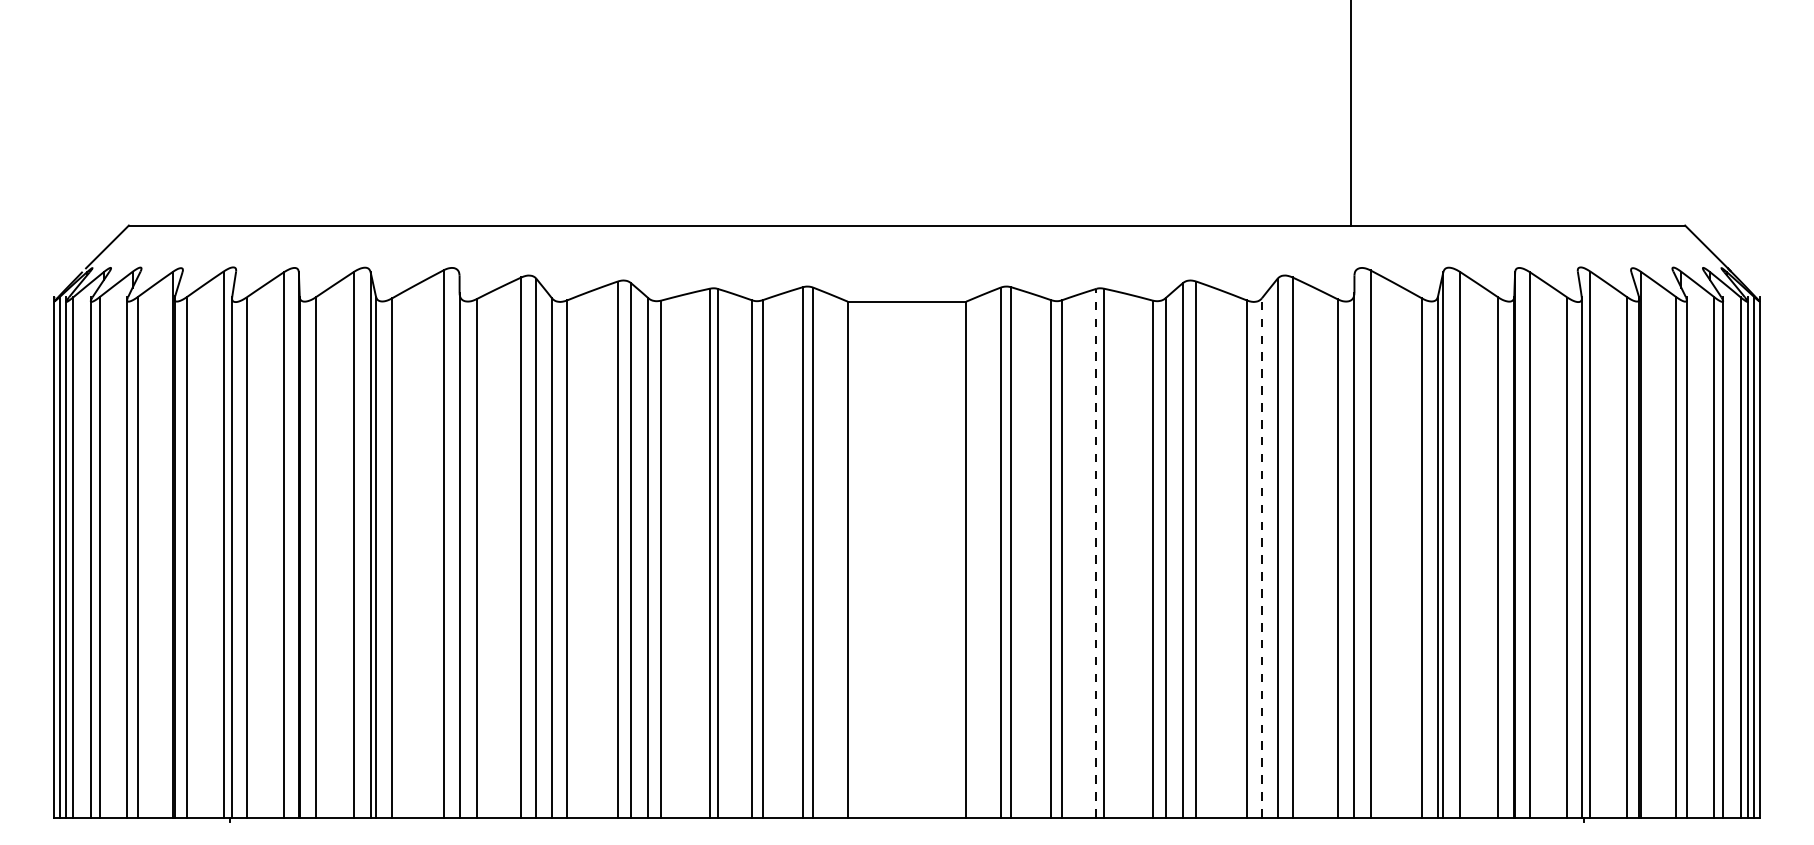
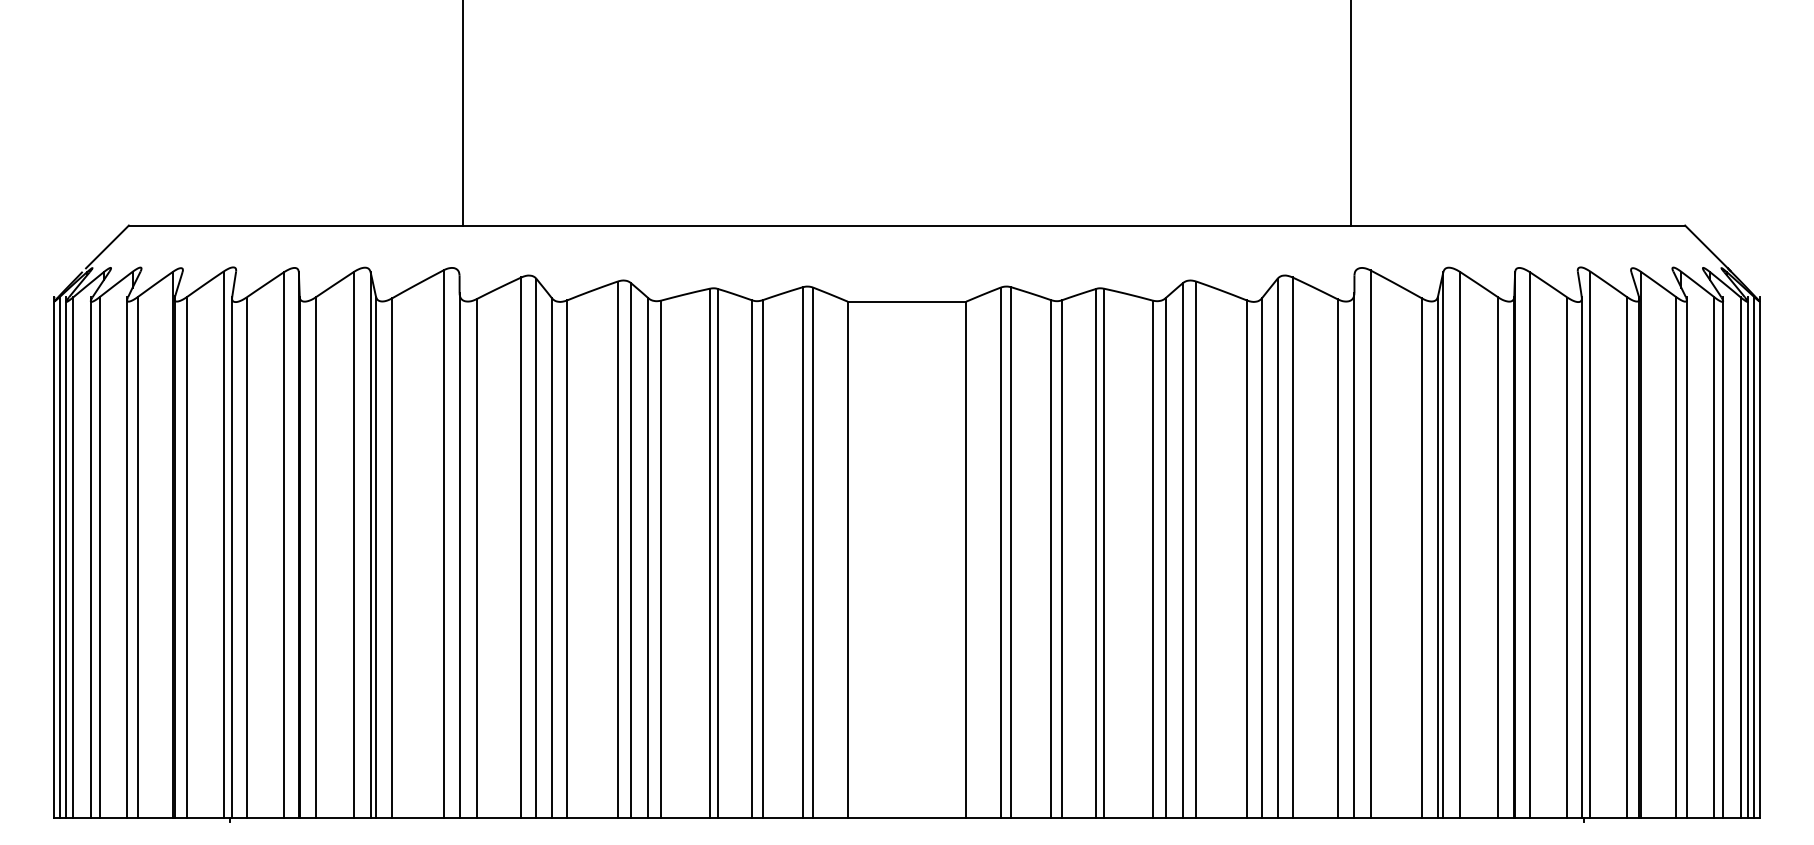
line at (462, 113): none -> present
line at (1096, 552): dashed -> solid
line at (1261, 557): dashed -> solid
